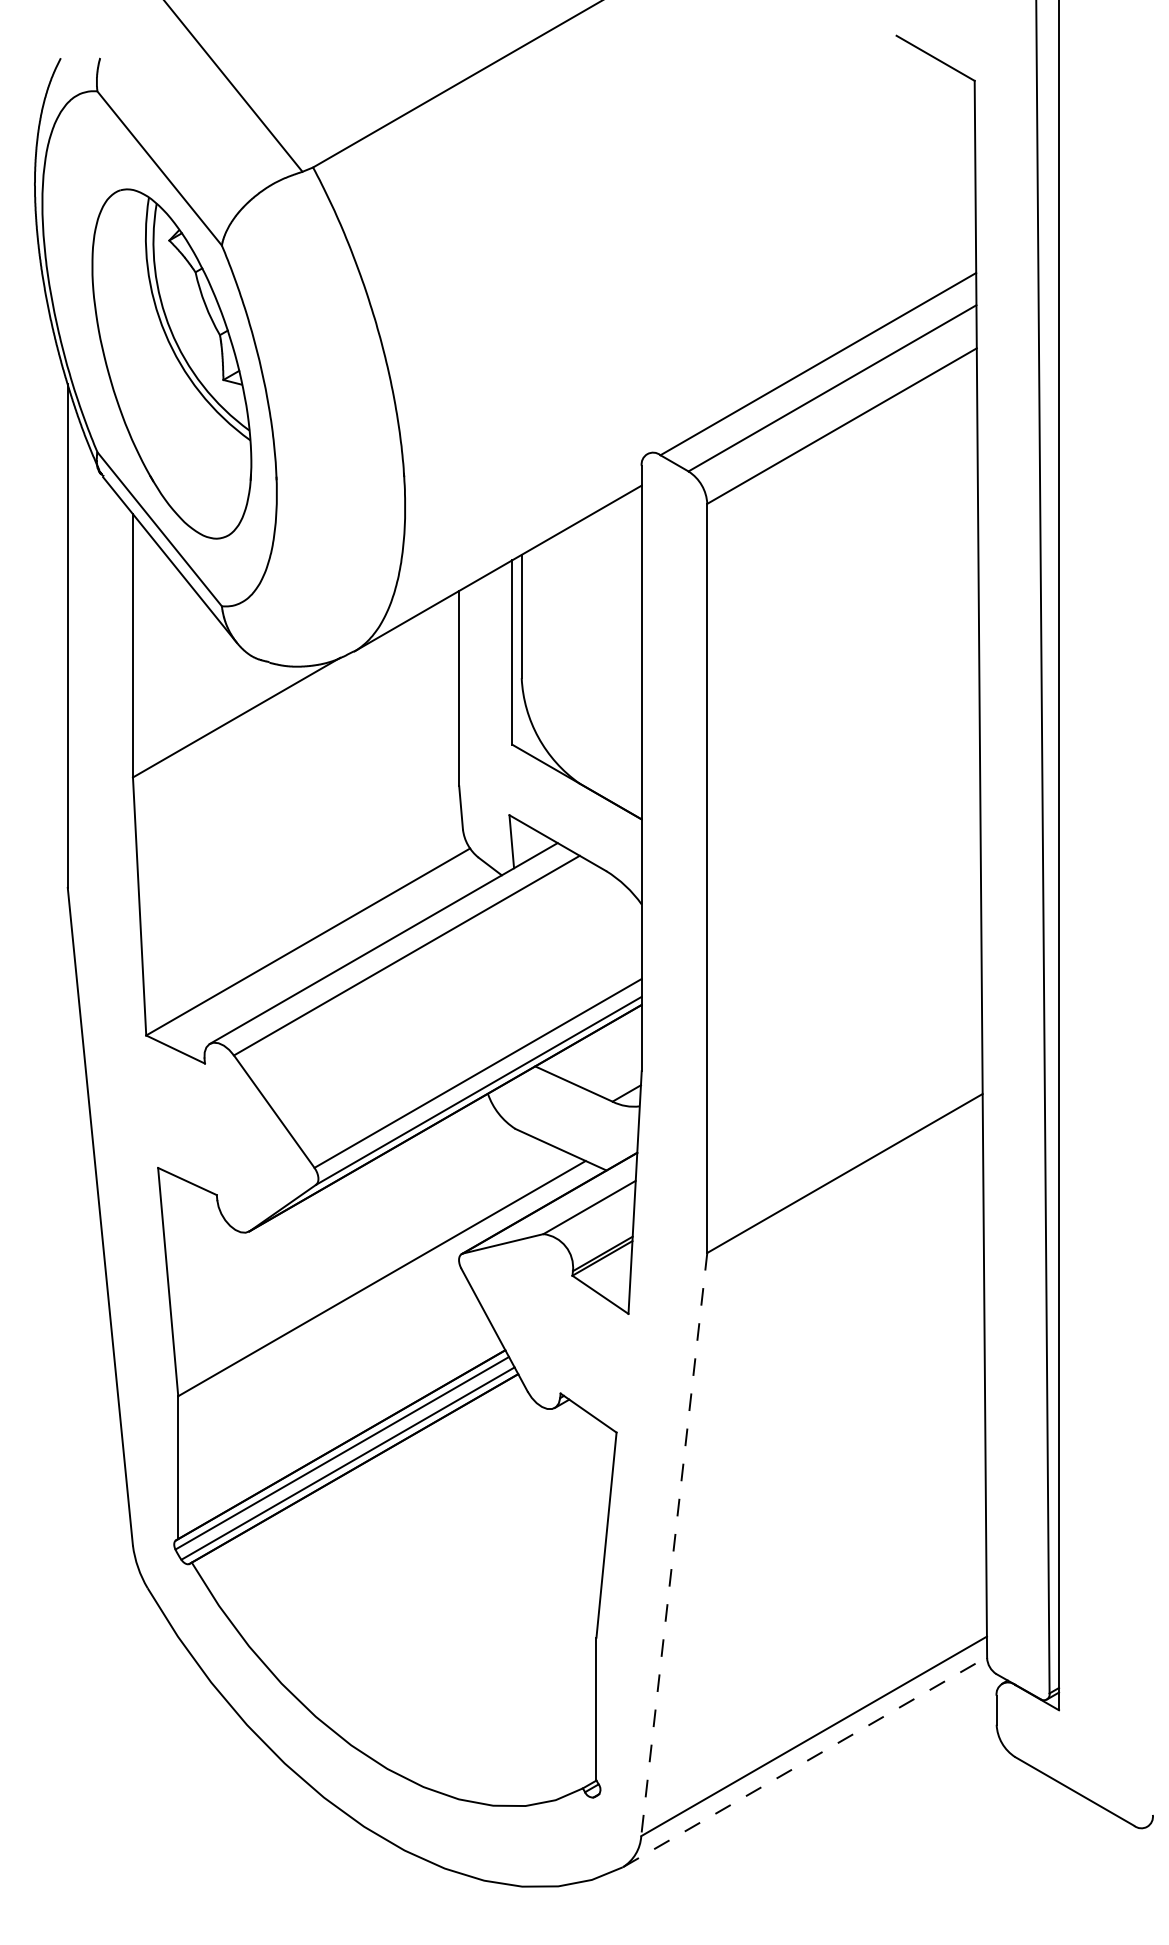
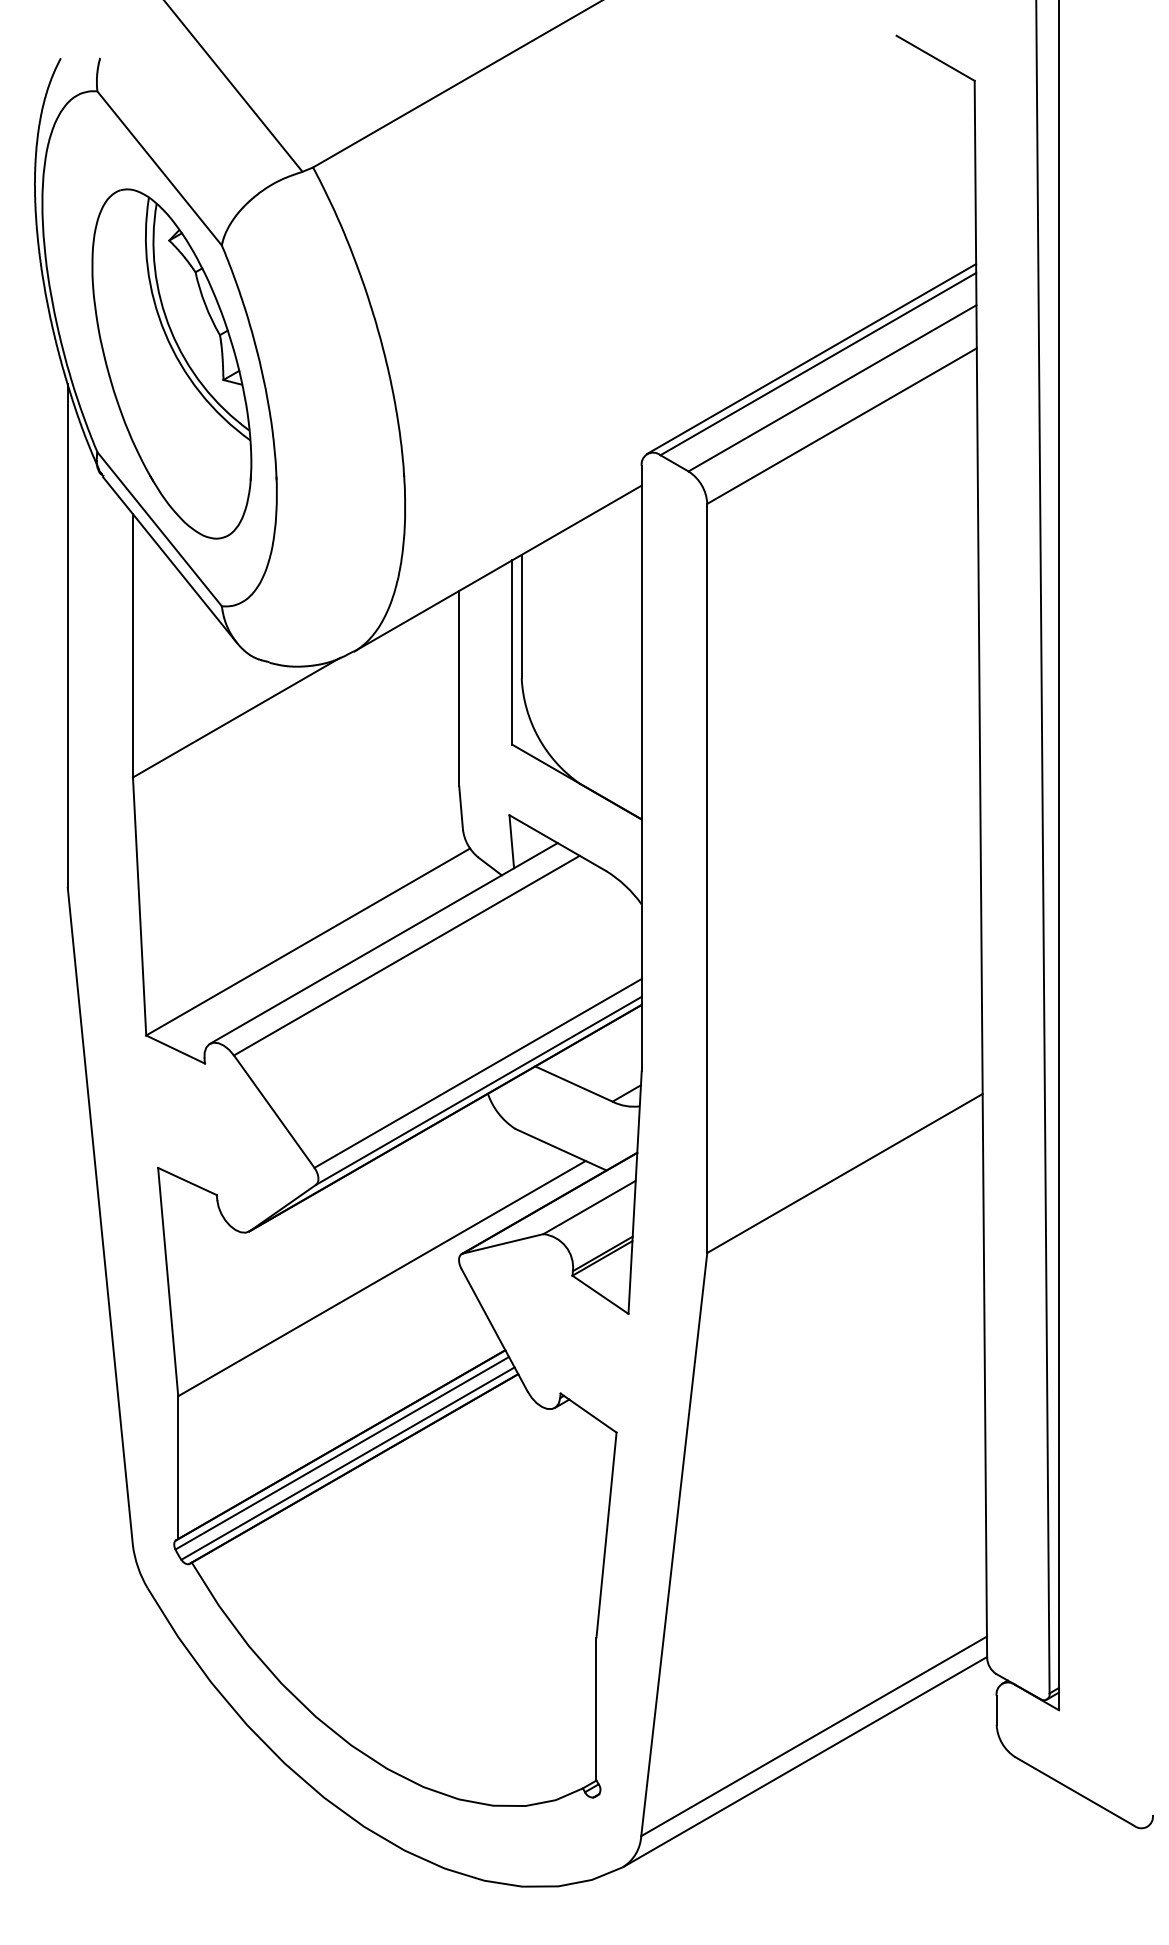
line at (811, 358): none -> present
line at (674, 1545): dashed -> solid
line at (805, 1761): dashed -> solid
